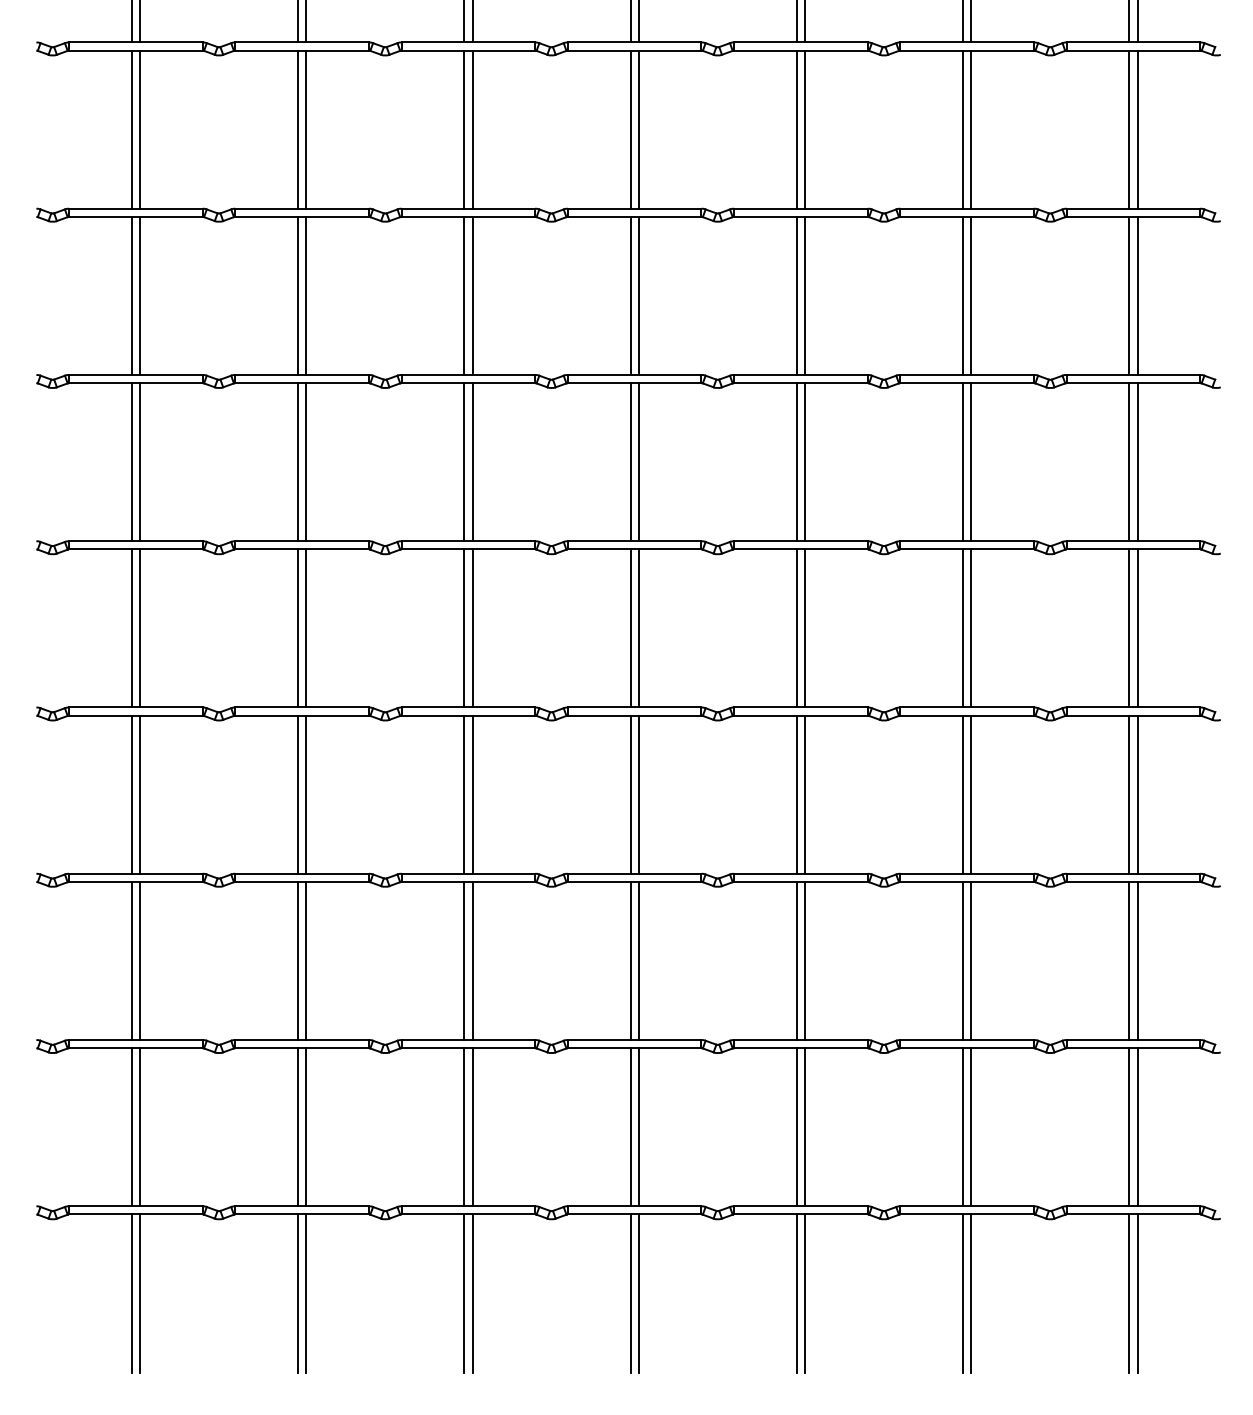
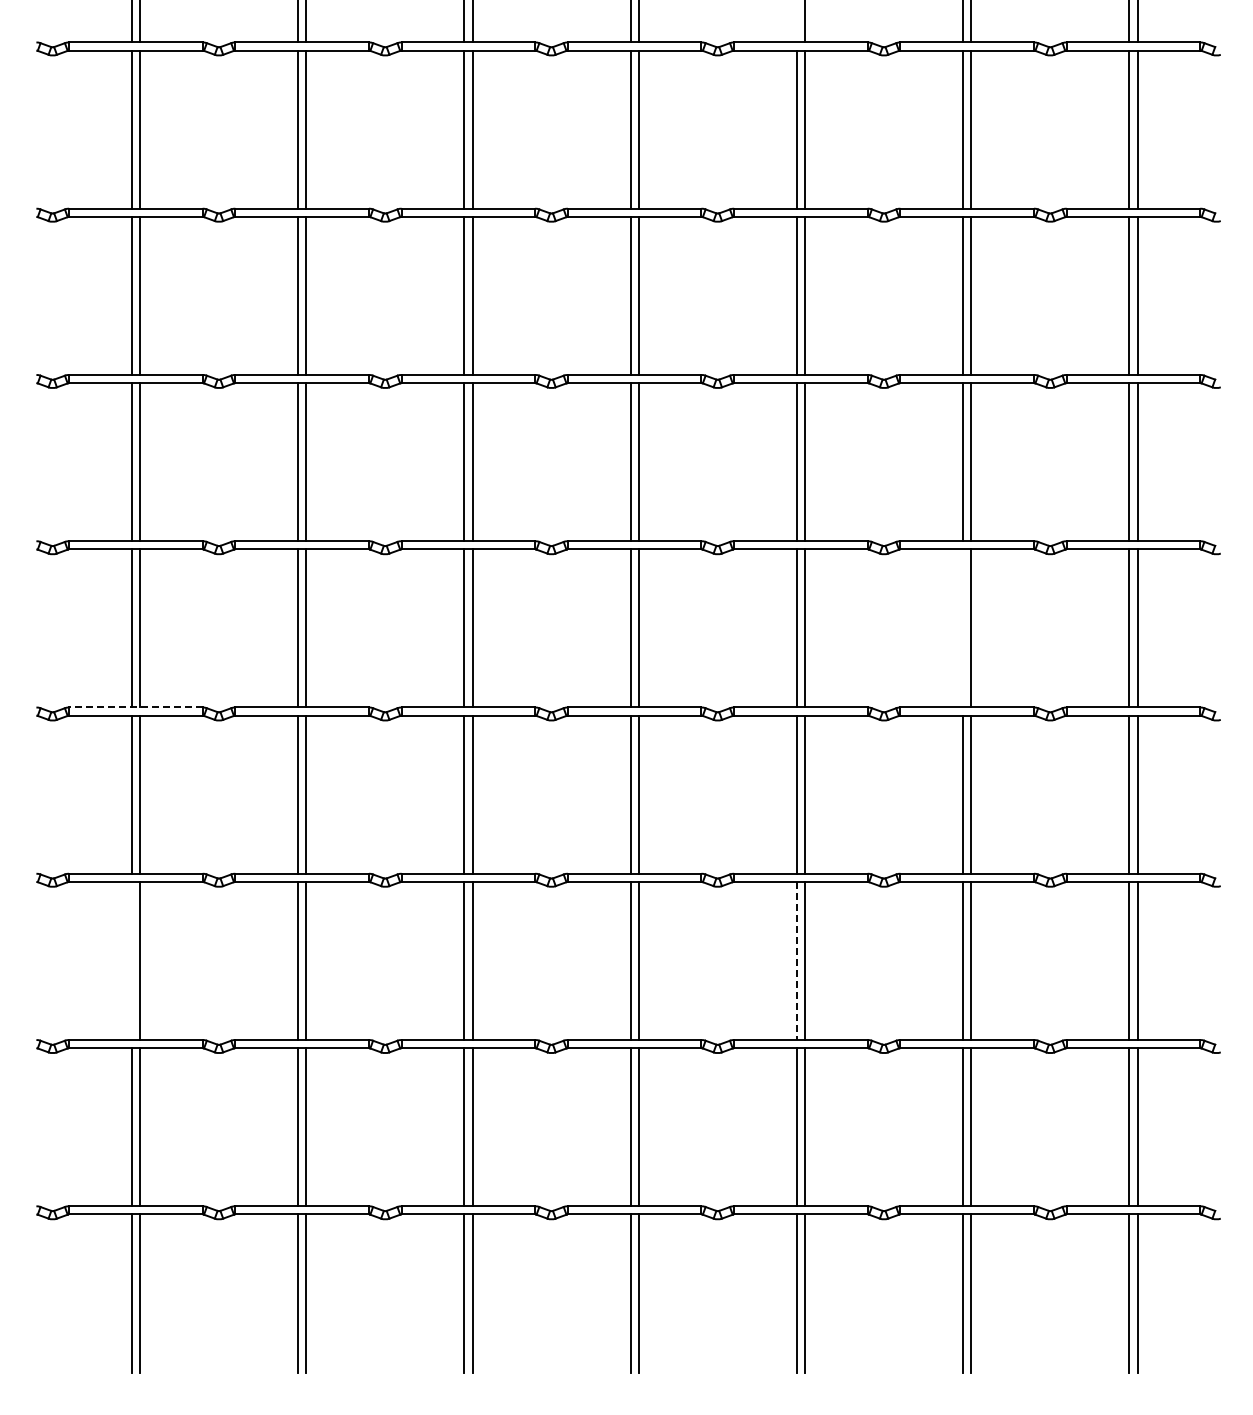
line at (796, 22): present -> none
line at (963, 628): present -> none
line at (135, 707): solid -> dashed
line at (131, 960): present -> none
line at (796, 961): solid -> dashed
